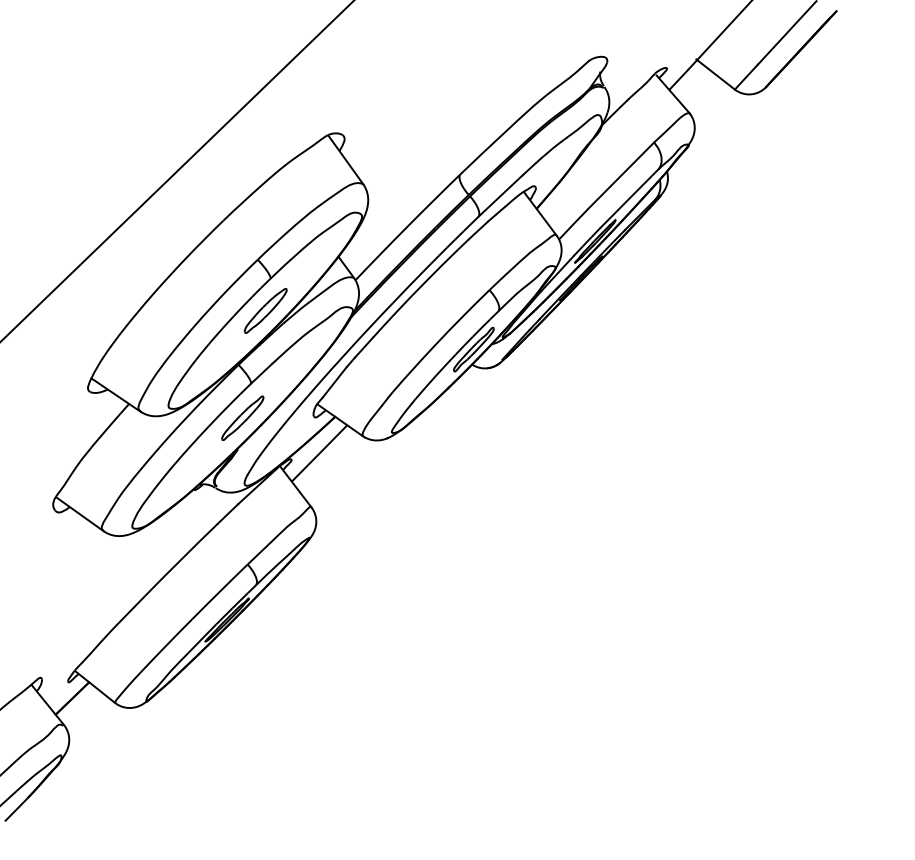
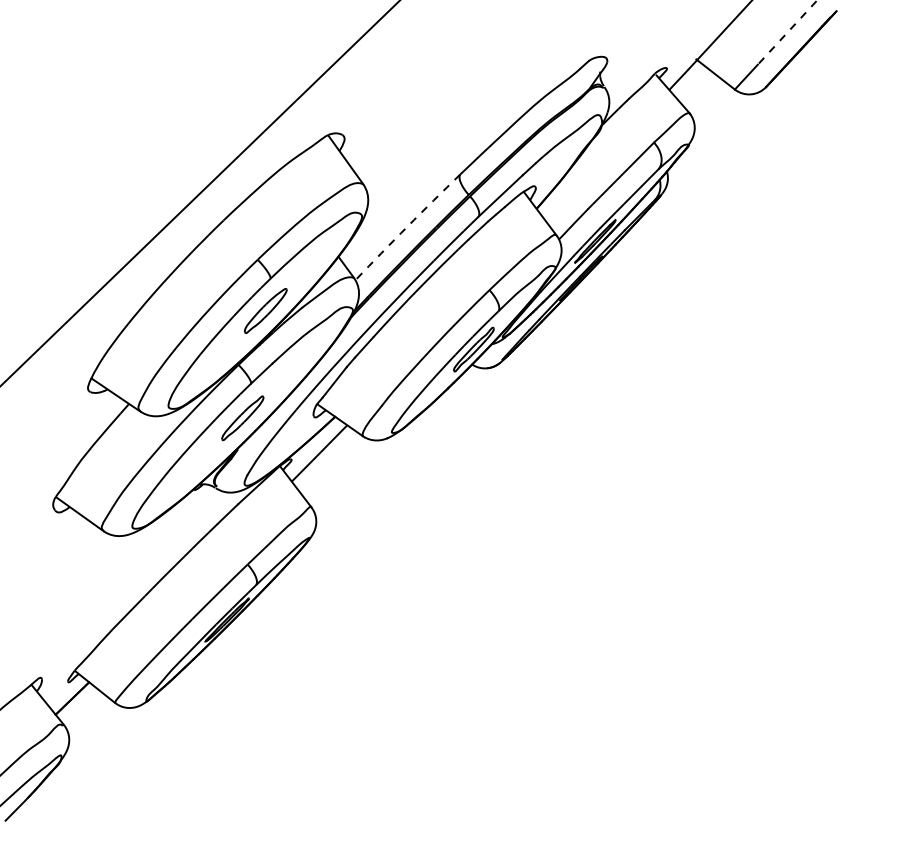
line at (786, 33): solid -> dashed
line at (177, 171) position: (177, 171) -> (200, 193)
arc at (407, 226): solid -> dashed
